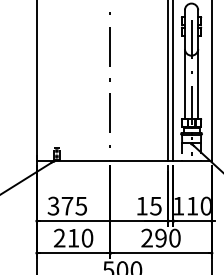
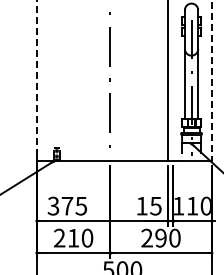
line at (36, 81): solid -> dashed
line at (173, 81): present -> none
line at (211, 81): solid -> dashed
